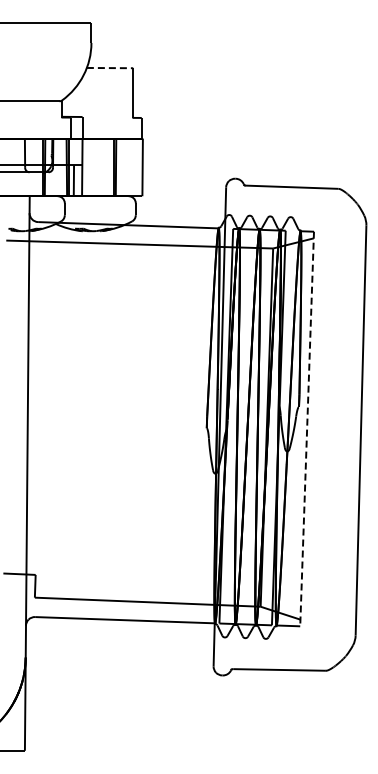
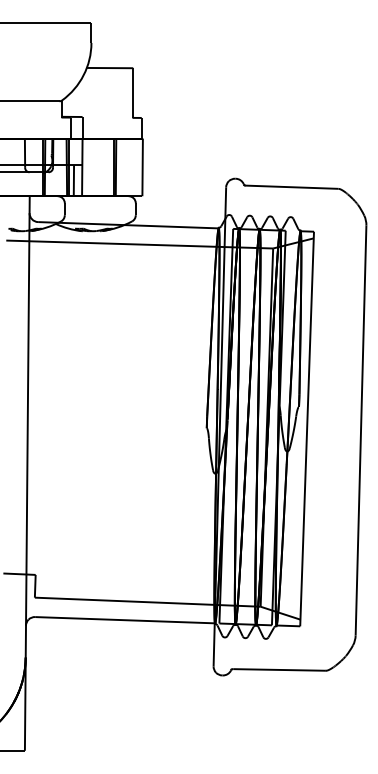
line at (110, 68): dashed -> solid
line at (307, 429): dashed -> solid
